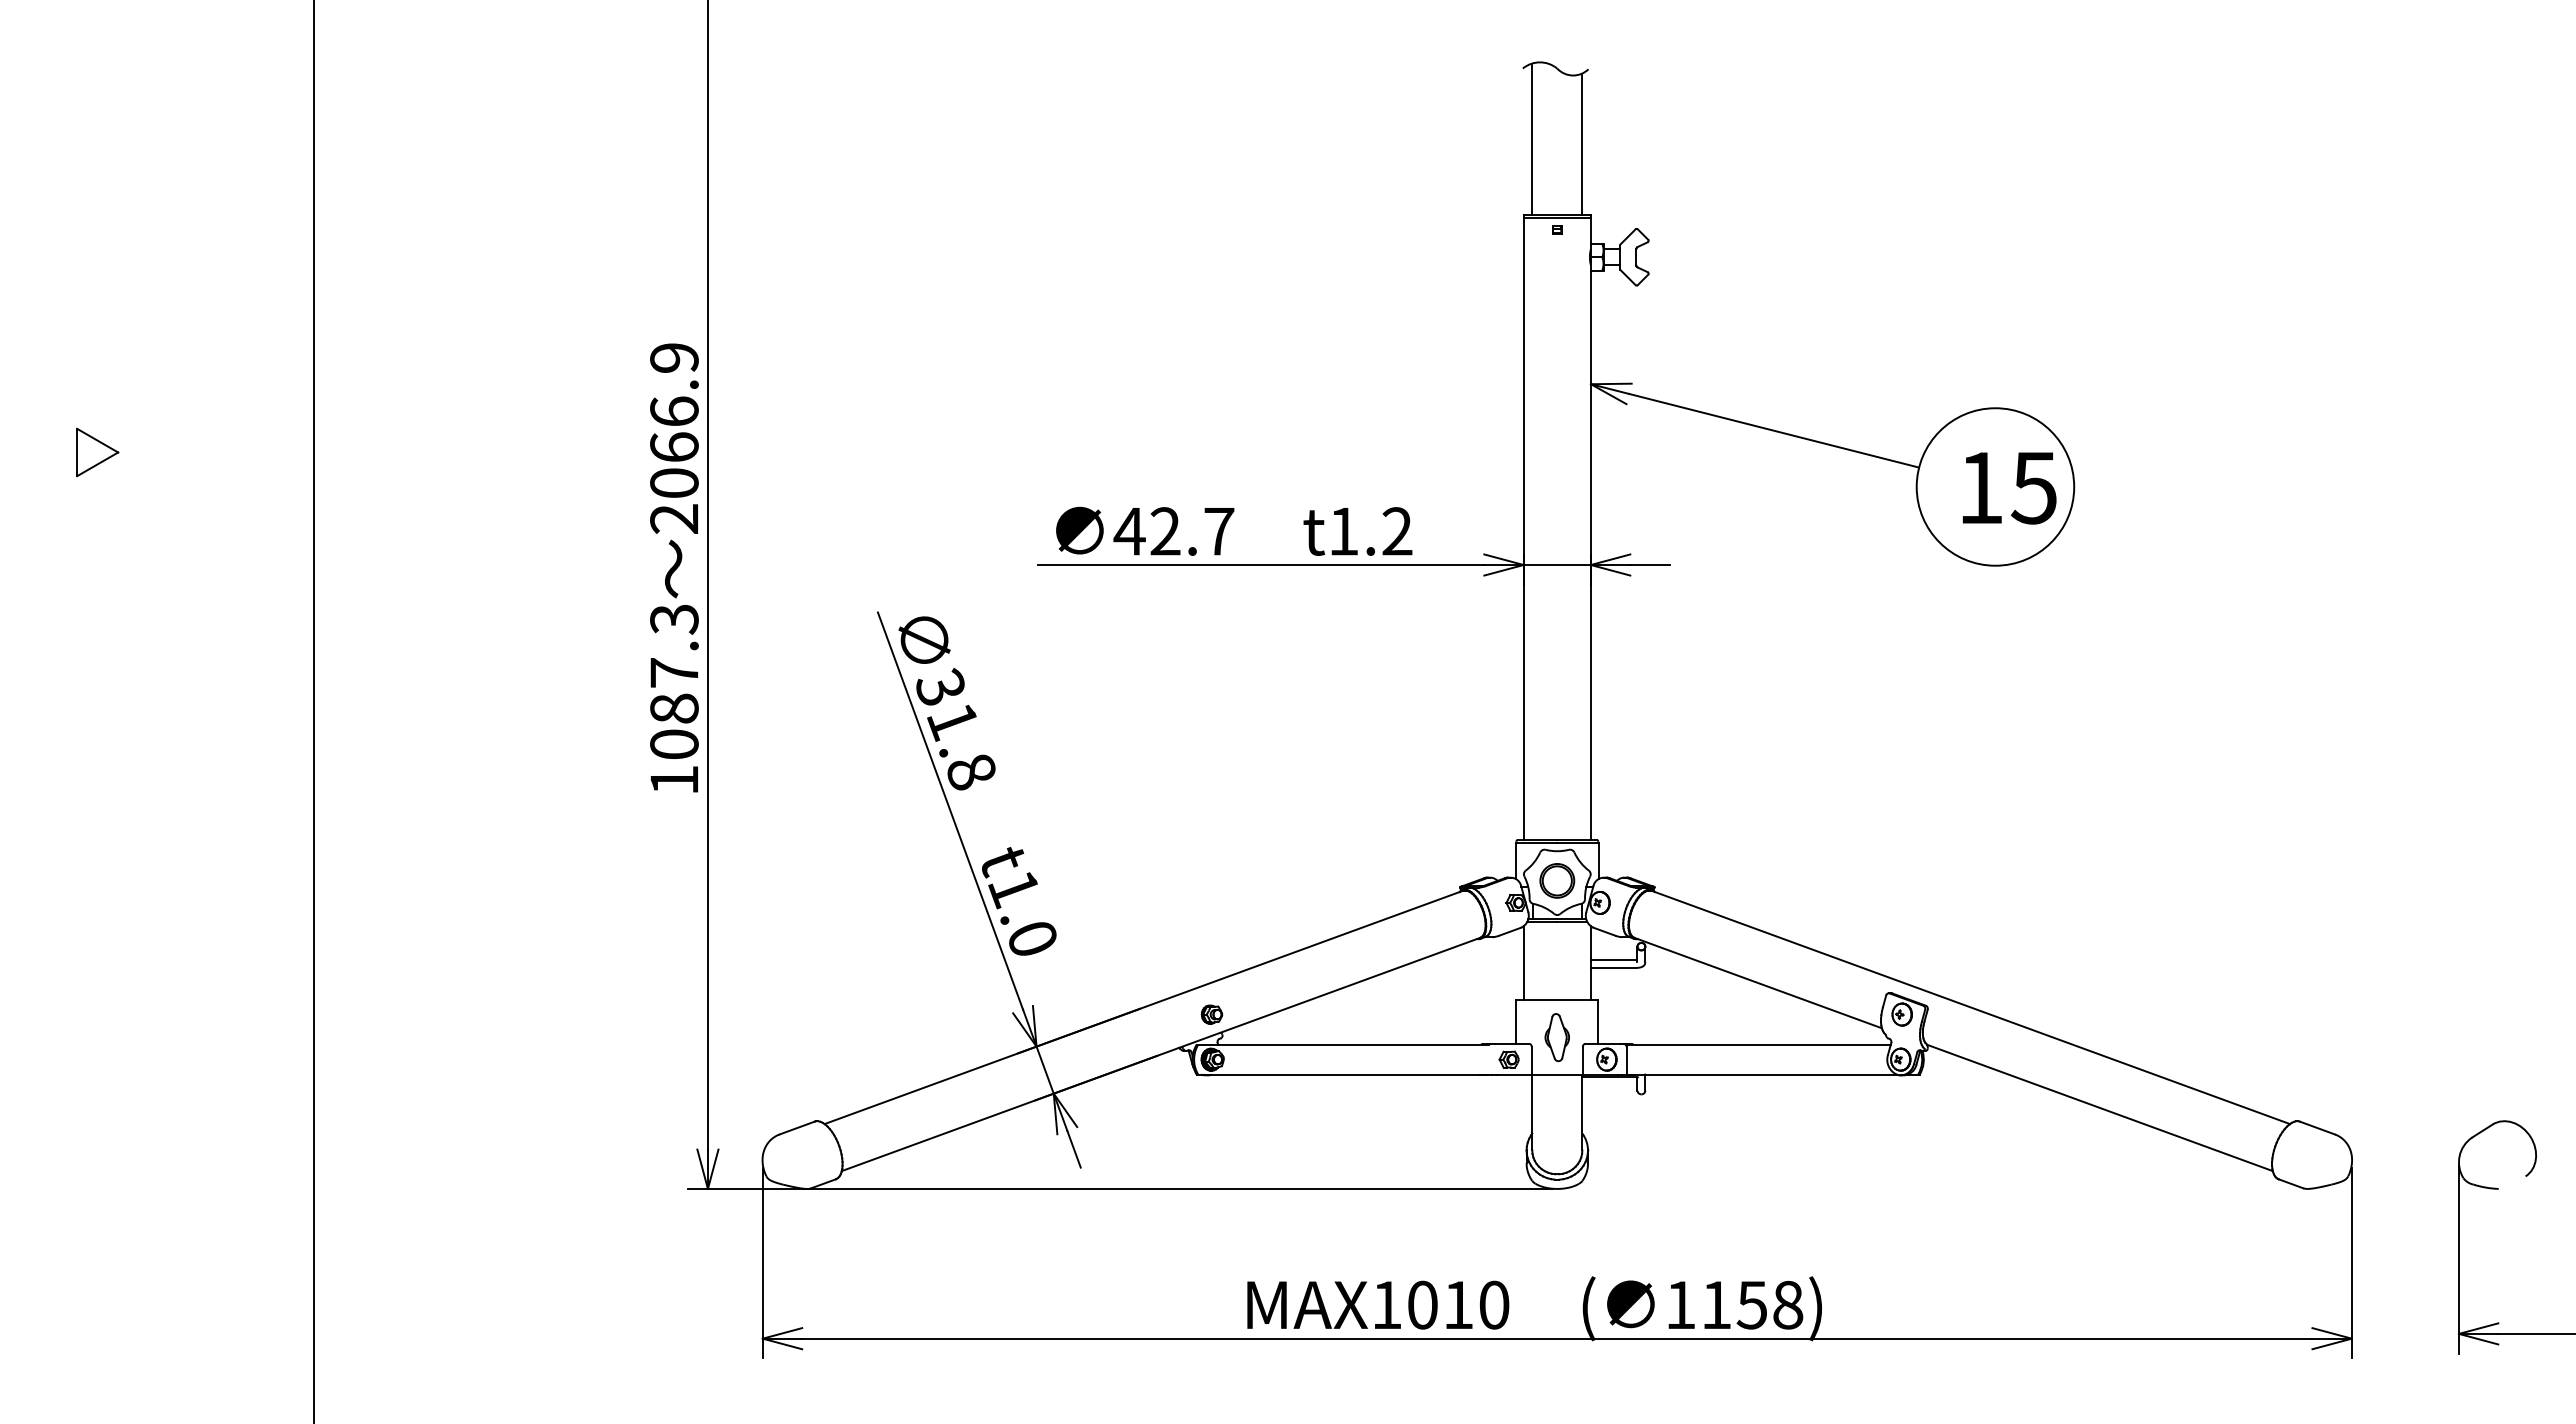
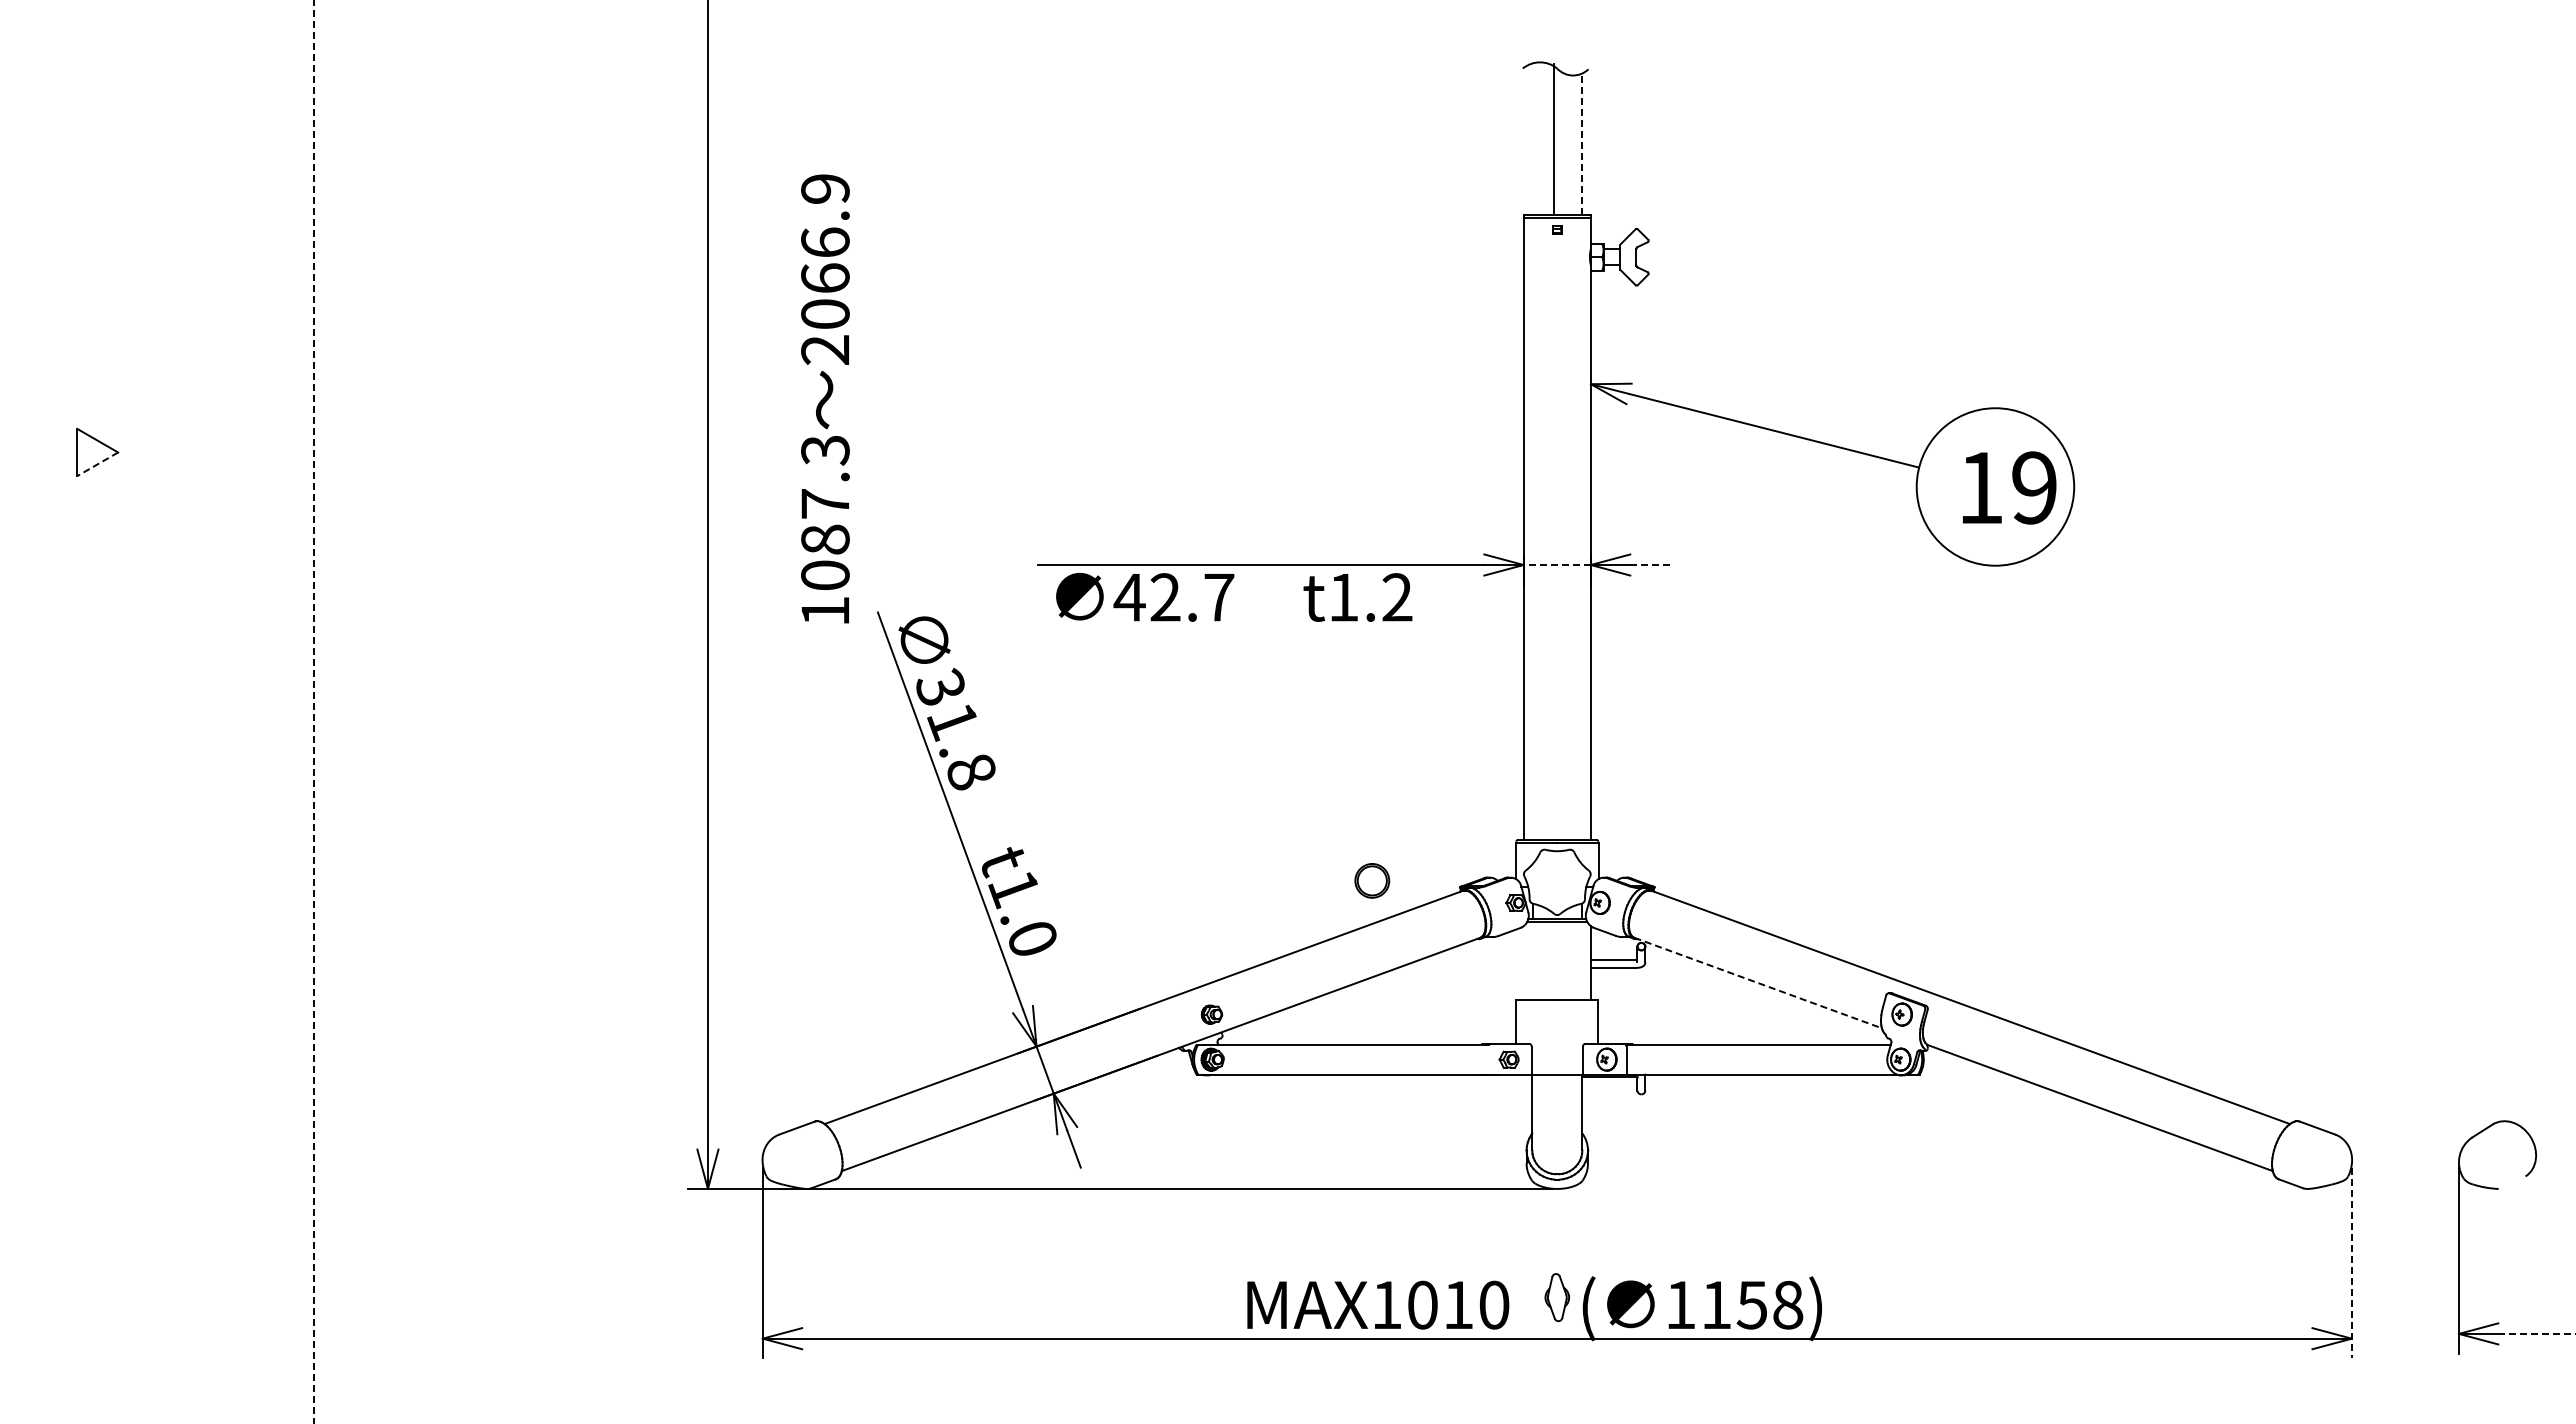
line at (1532, 138) position: (1532, 138) -> (1554, 138)
line at (1582, 144): solid -> dashed
line at (97, 464): solid -> dashed
text at (2033, 487): 15 -> 19
text at (1234, 530) position: (1234, 530) -> (1234, 596)
line at (1557, 565): solid -> dashed
line at (1650, 565): solid -> dashed
text at (674, 567) position: (674, 567) -> (825, 398)
line at (313, 712): solid -> dashed
part at (1557, 880) position: (1557, 880) -> (1372, 880)
line at (1523, 962): present -> none
line at (1758, 983): solid -> dashed
part at (1556, 1037) position: (1556, 1037) -> (1556, 1297)
line at (2351, 1263): solid -> dashed
line at (2537, 1333): solid -> dashed
